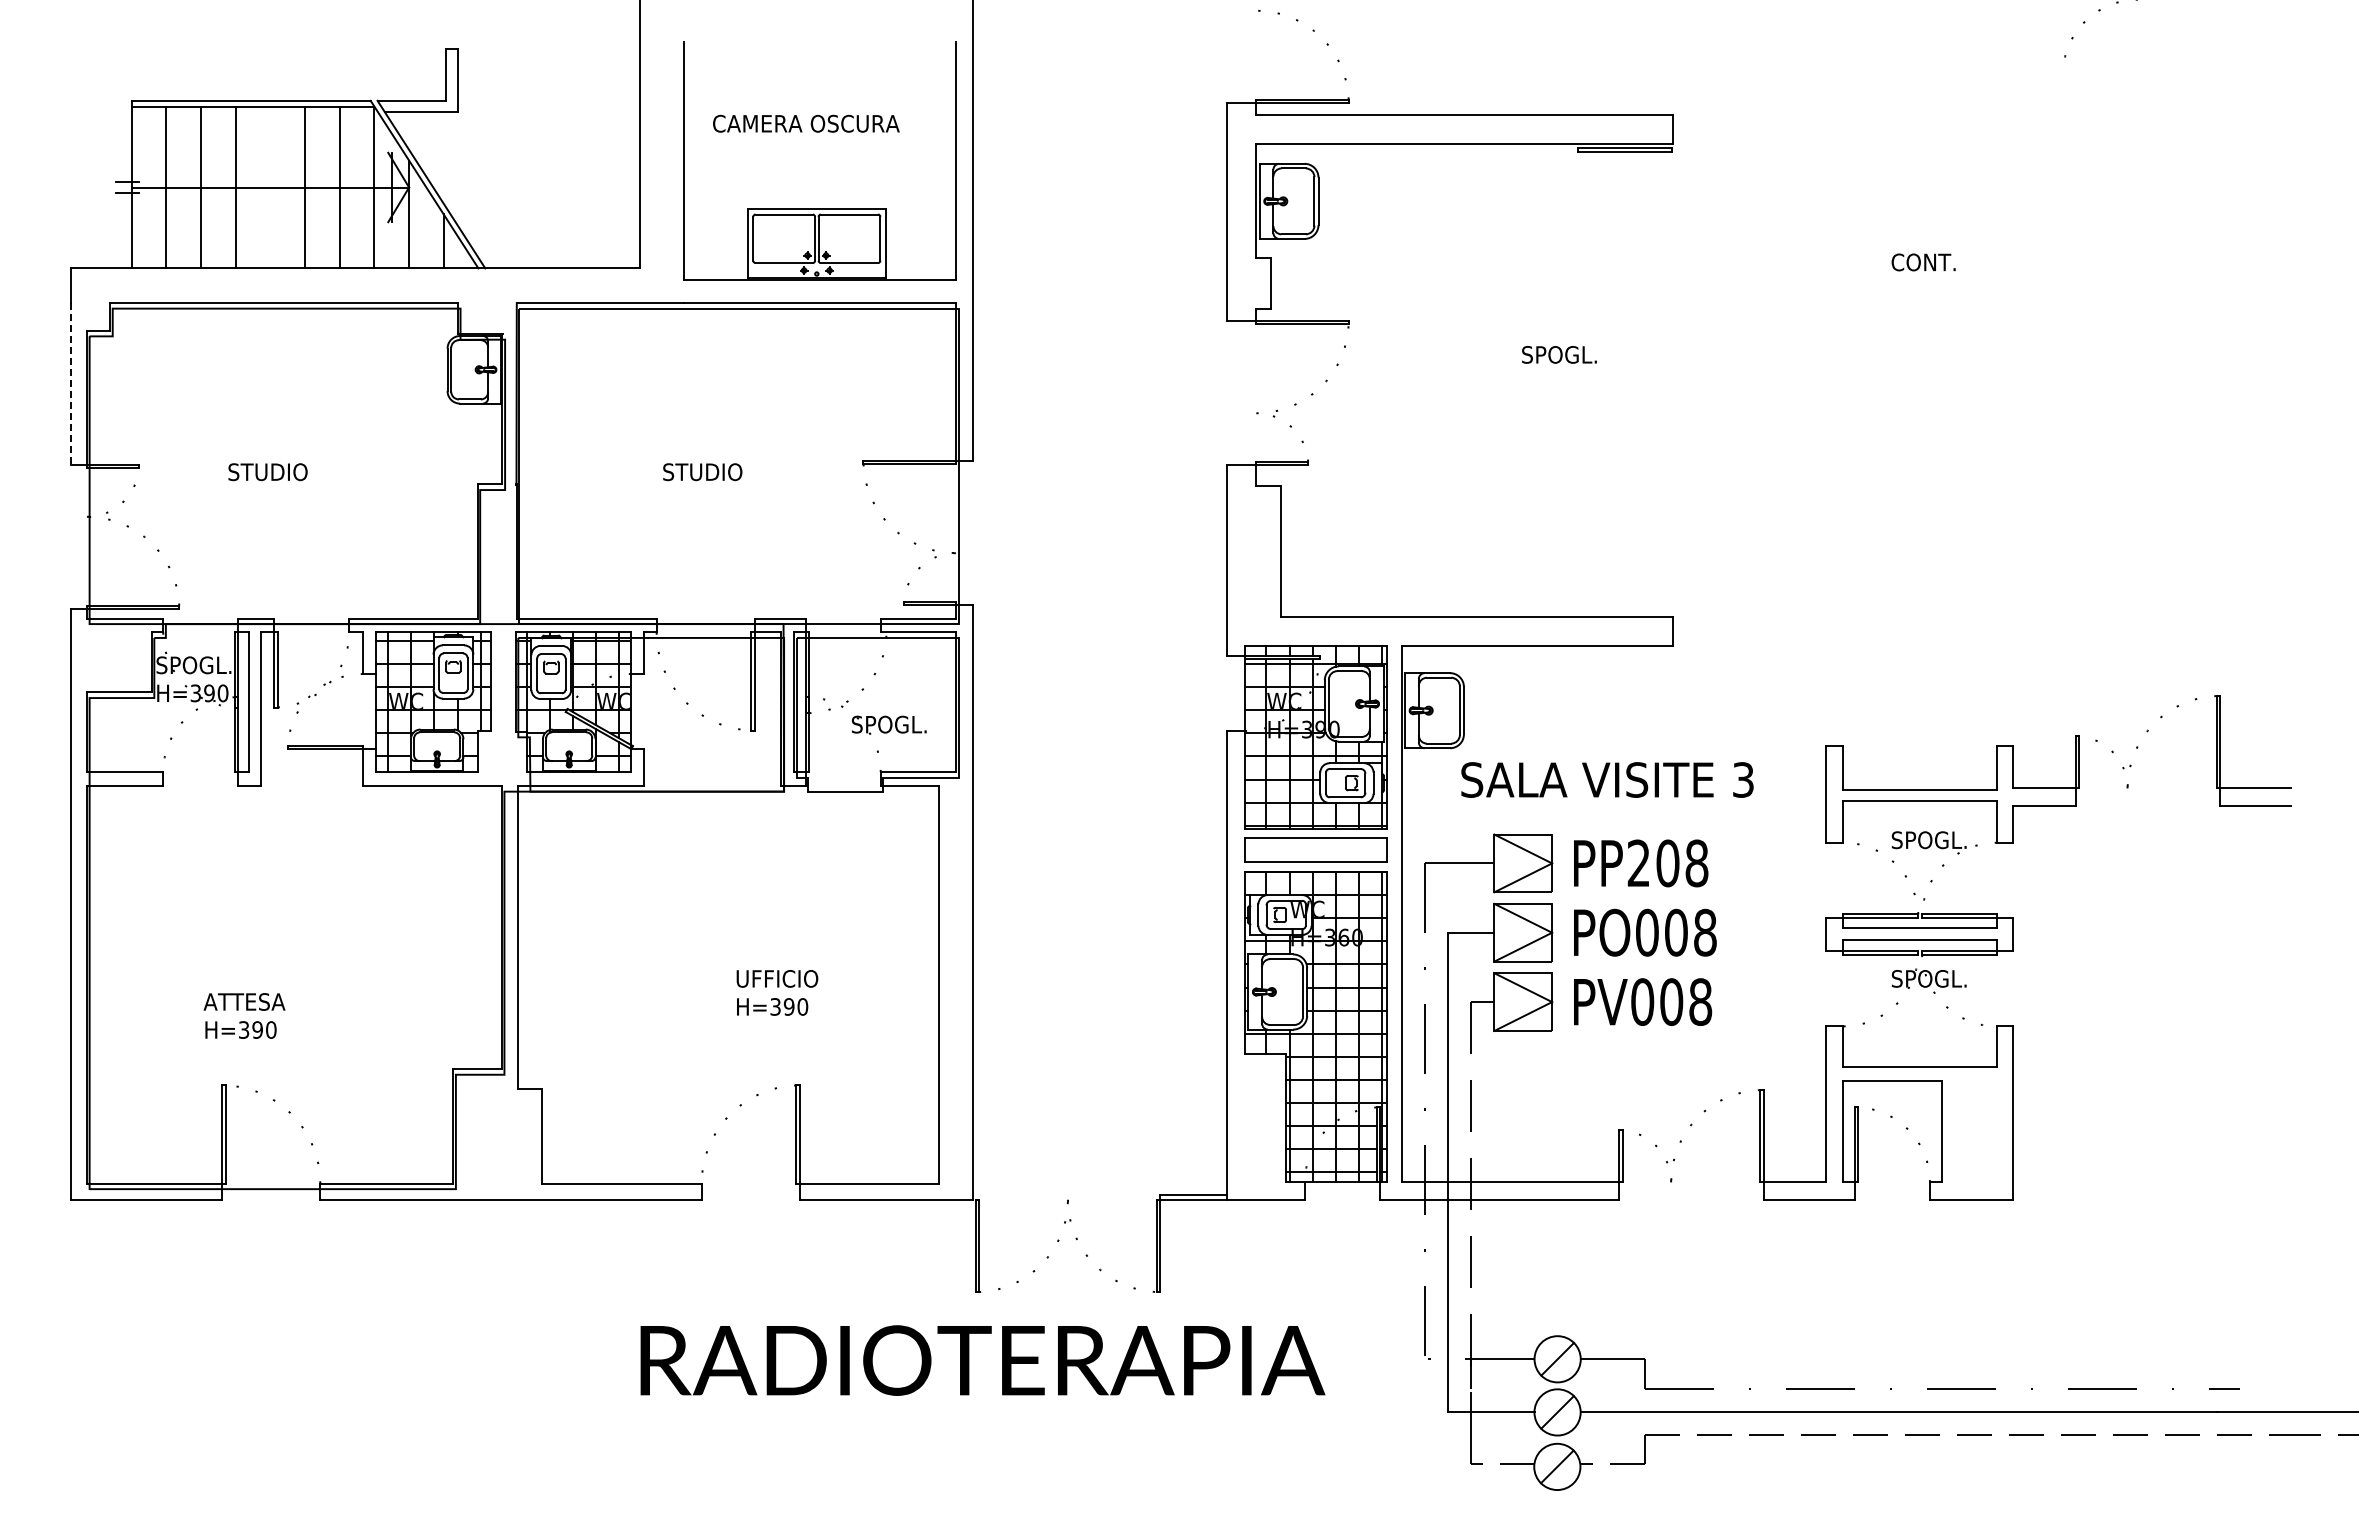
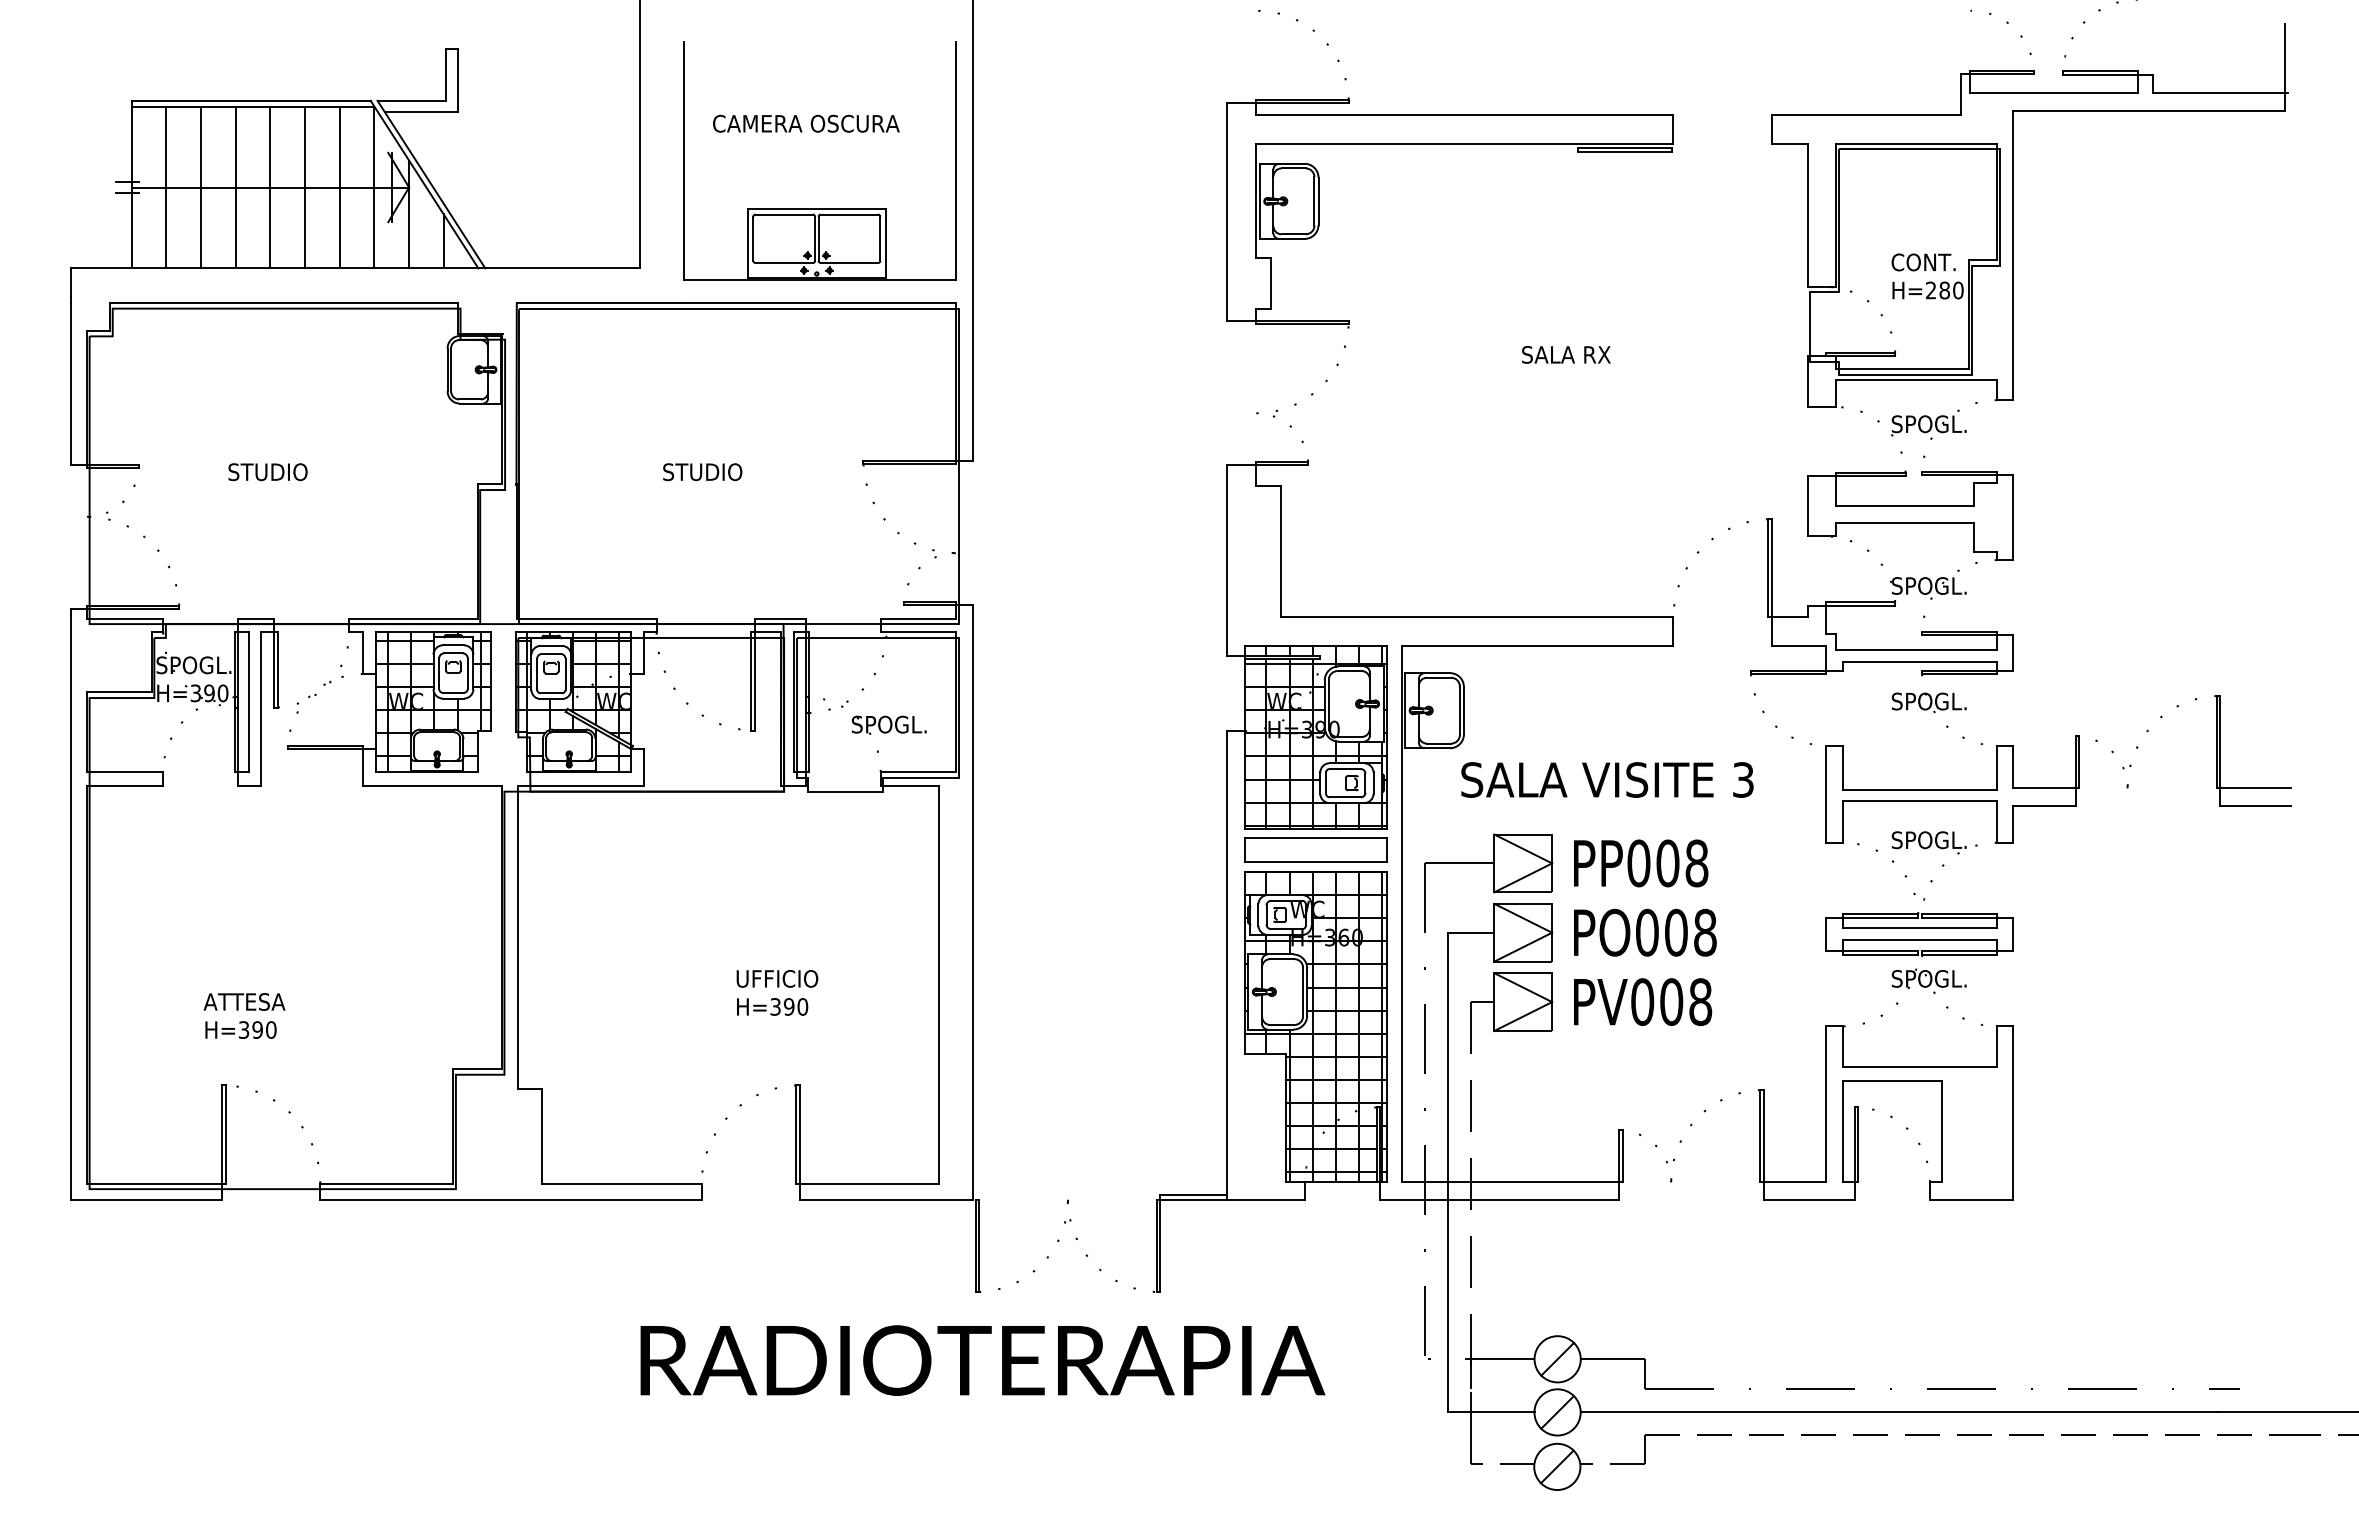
line at (270, 187): none -> present
text at (1572, 354): SPOGL. -> SALA RX
part at (1980, 377): none -> present
line at (70, 383): dashed -> solid
text at (1638, 863): PP208 -> PP008
